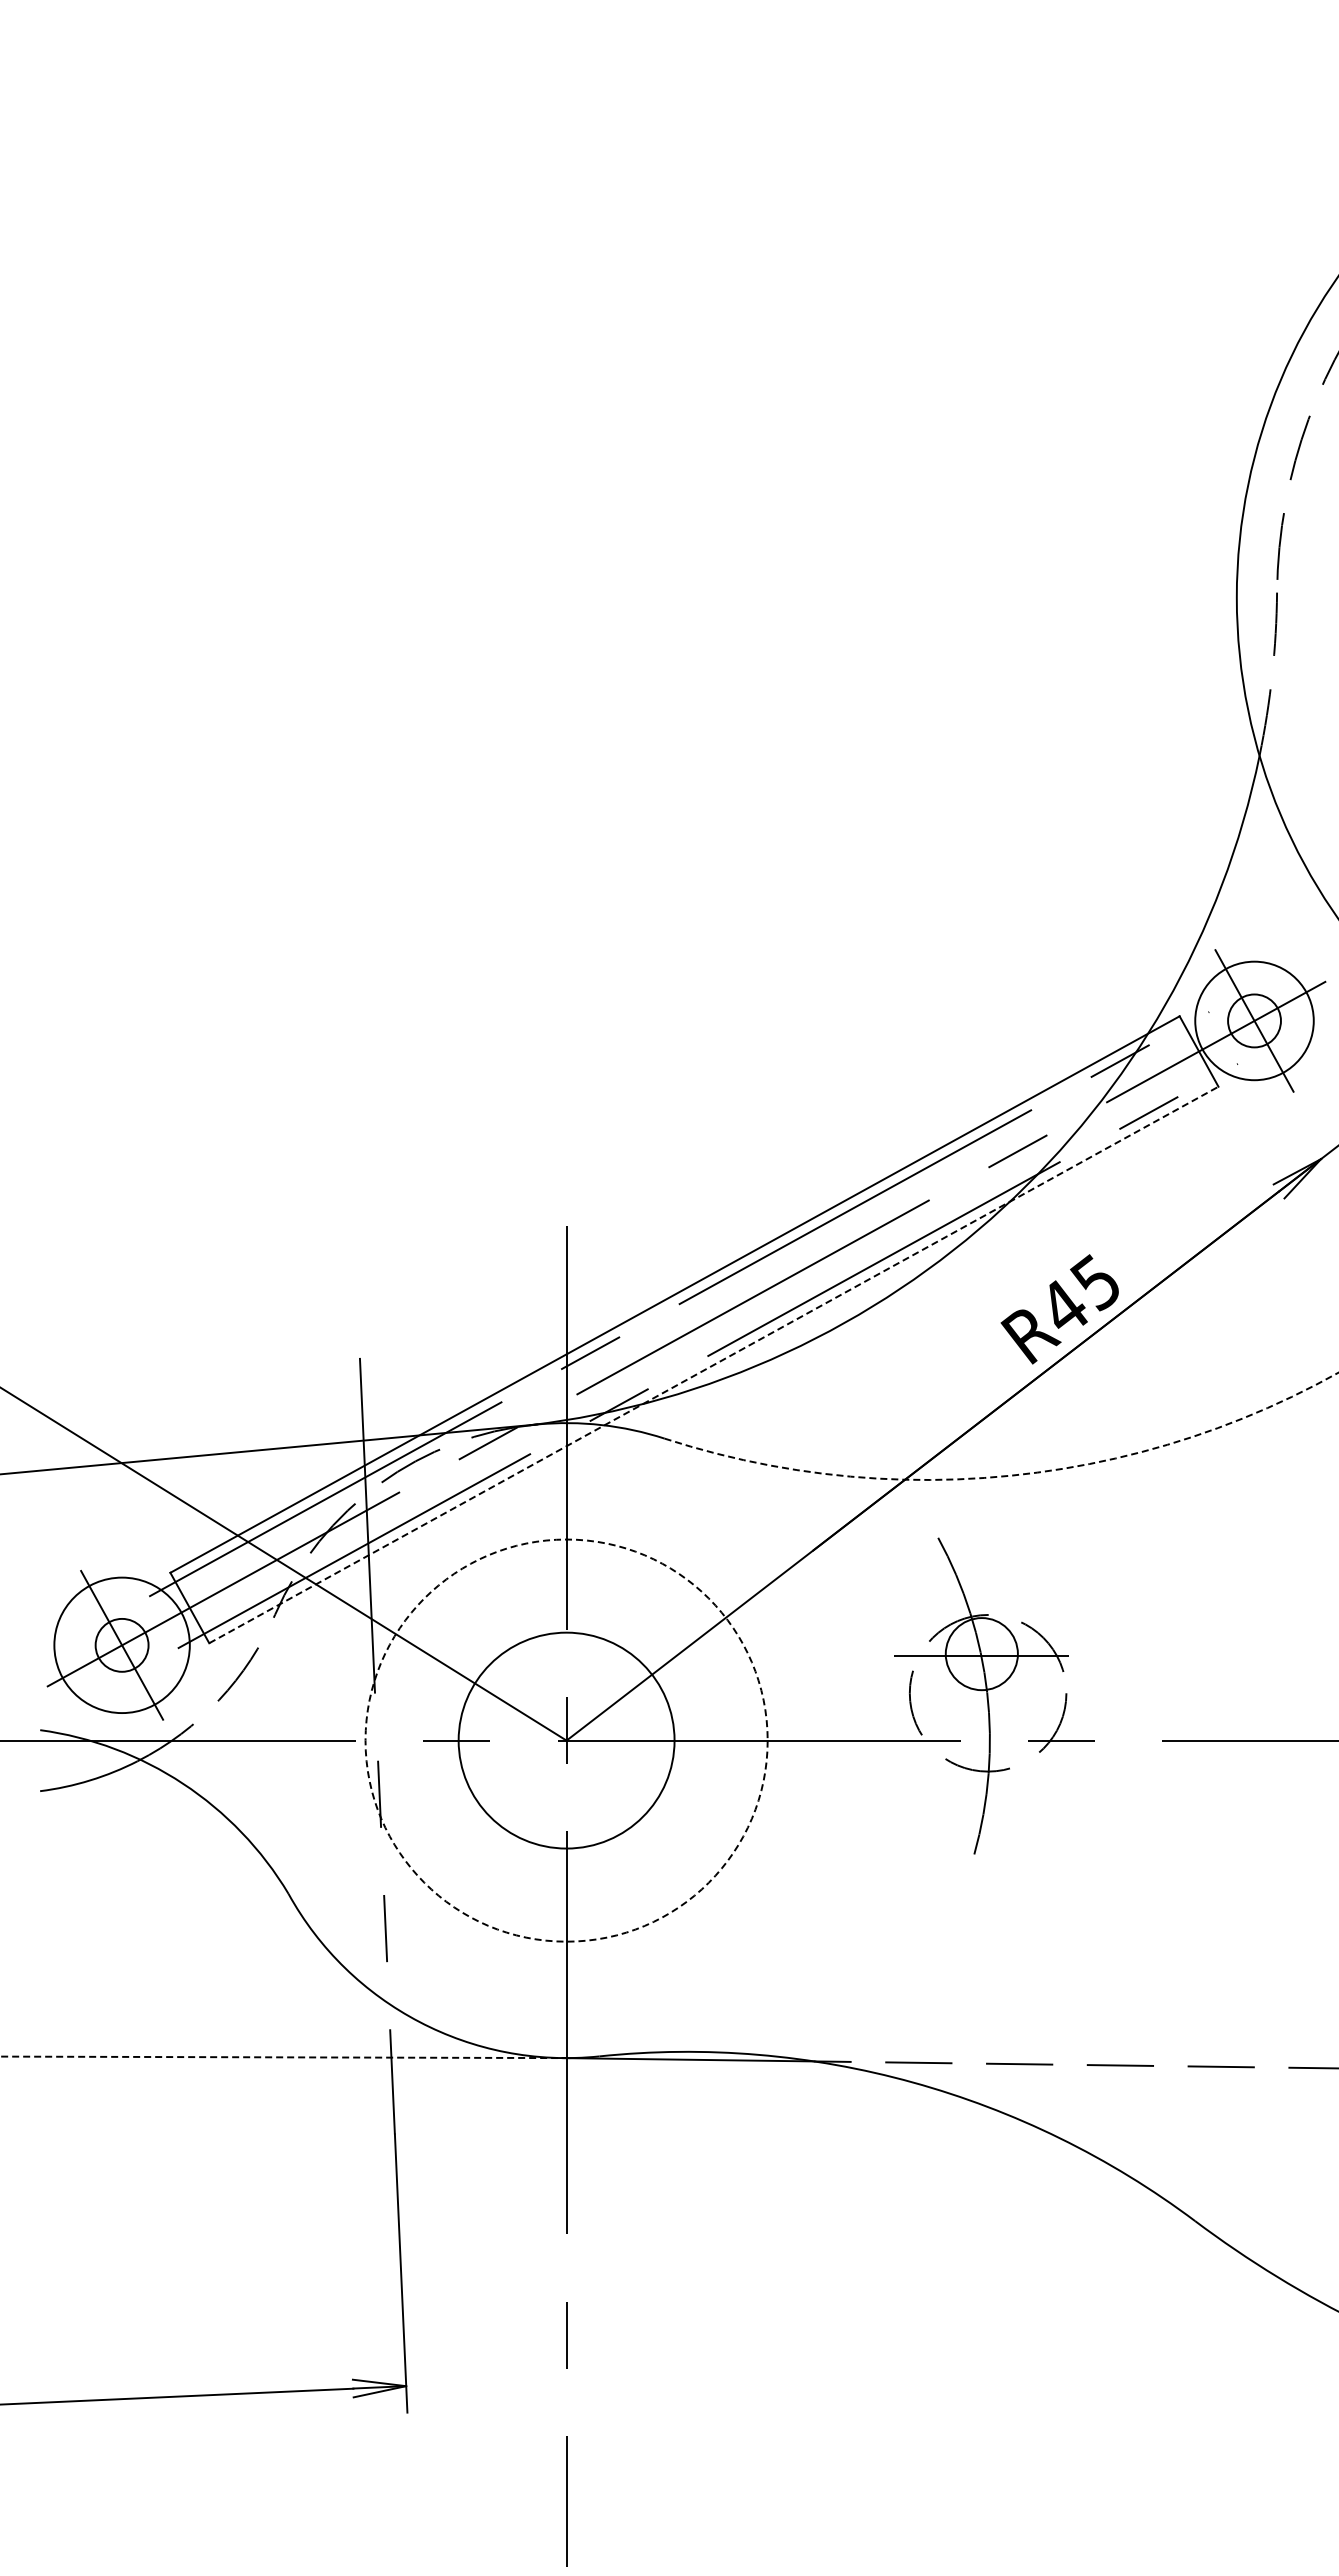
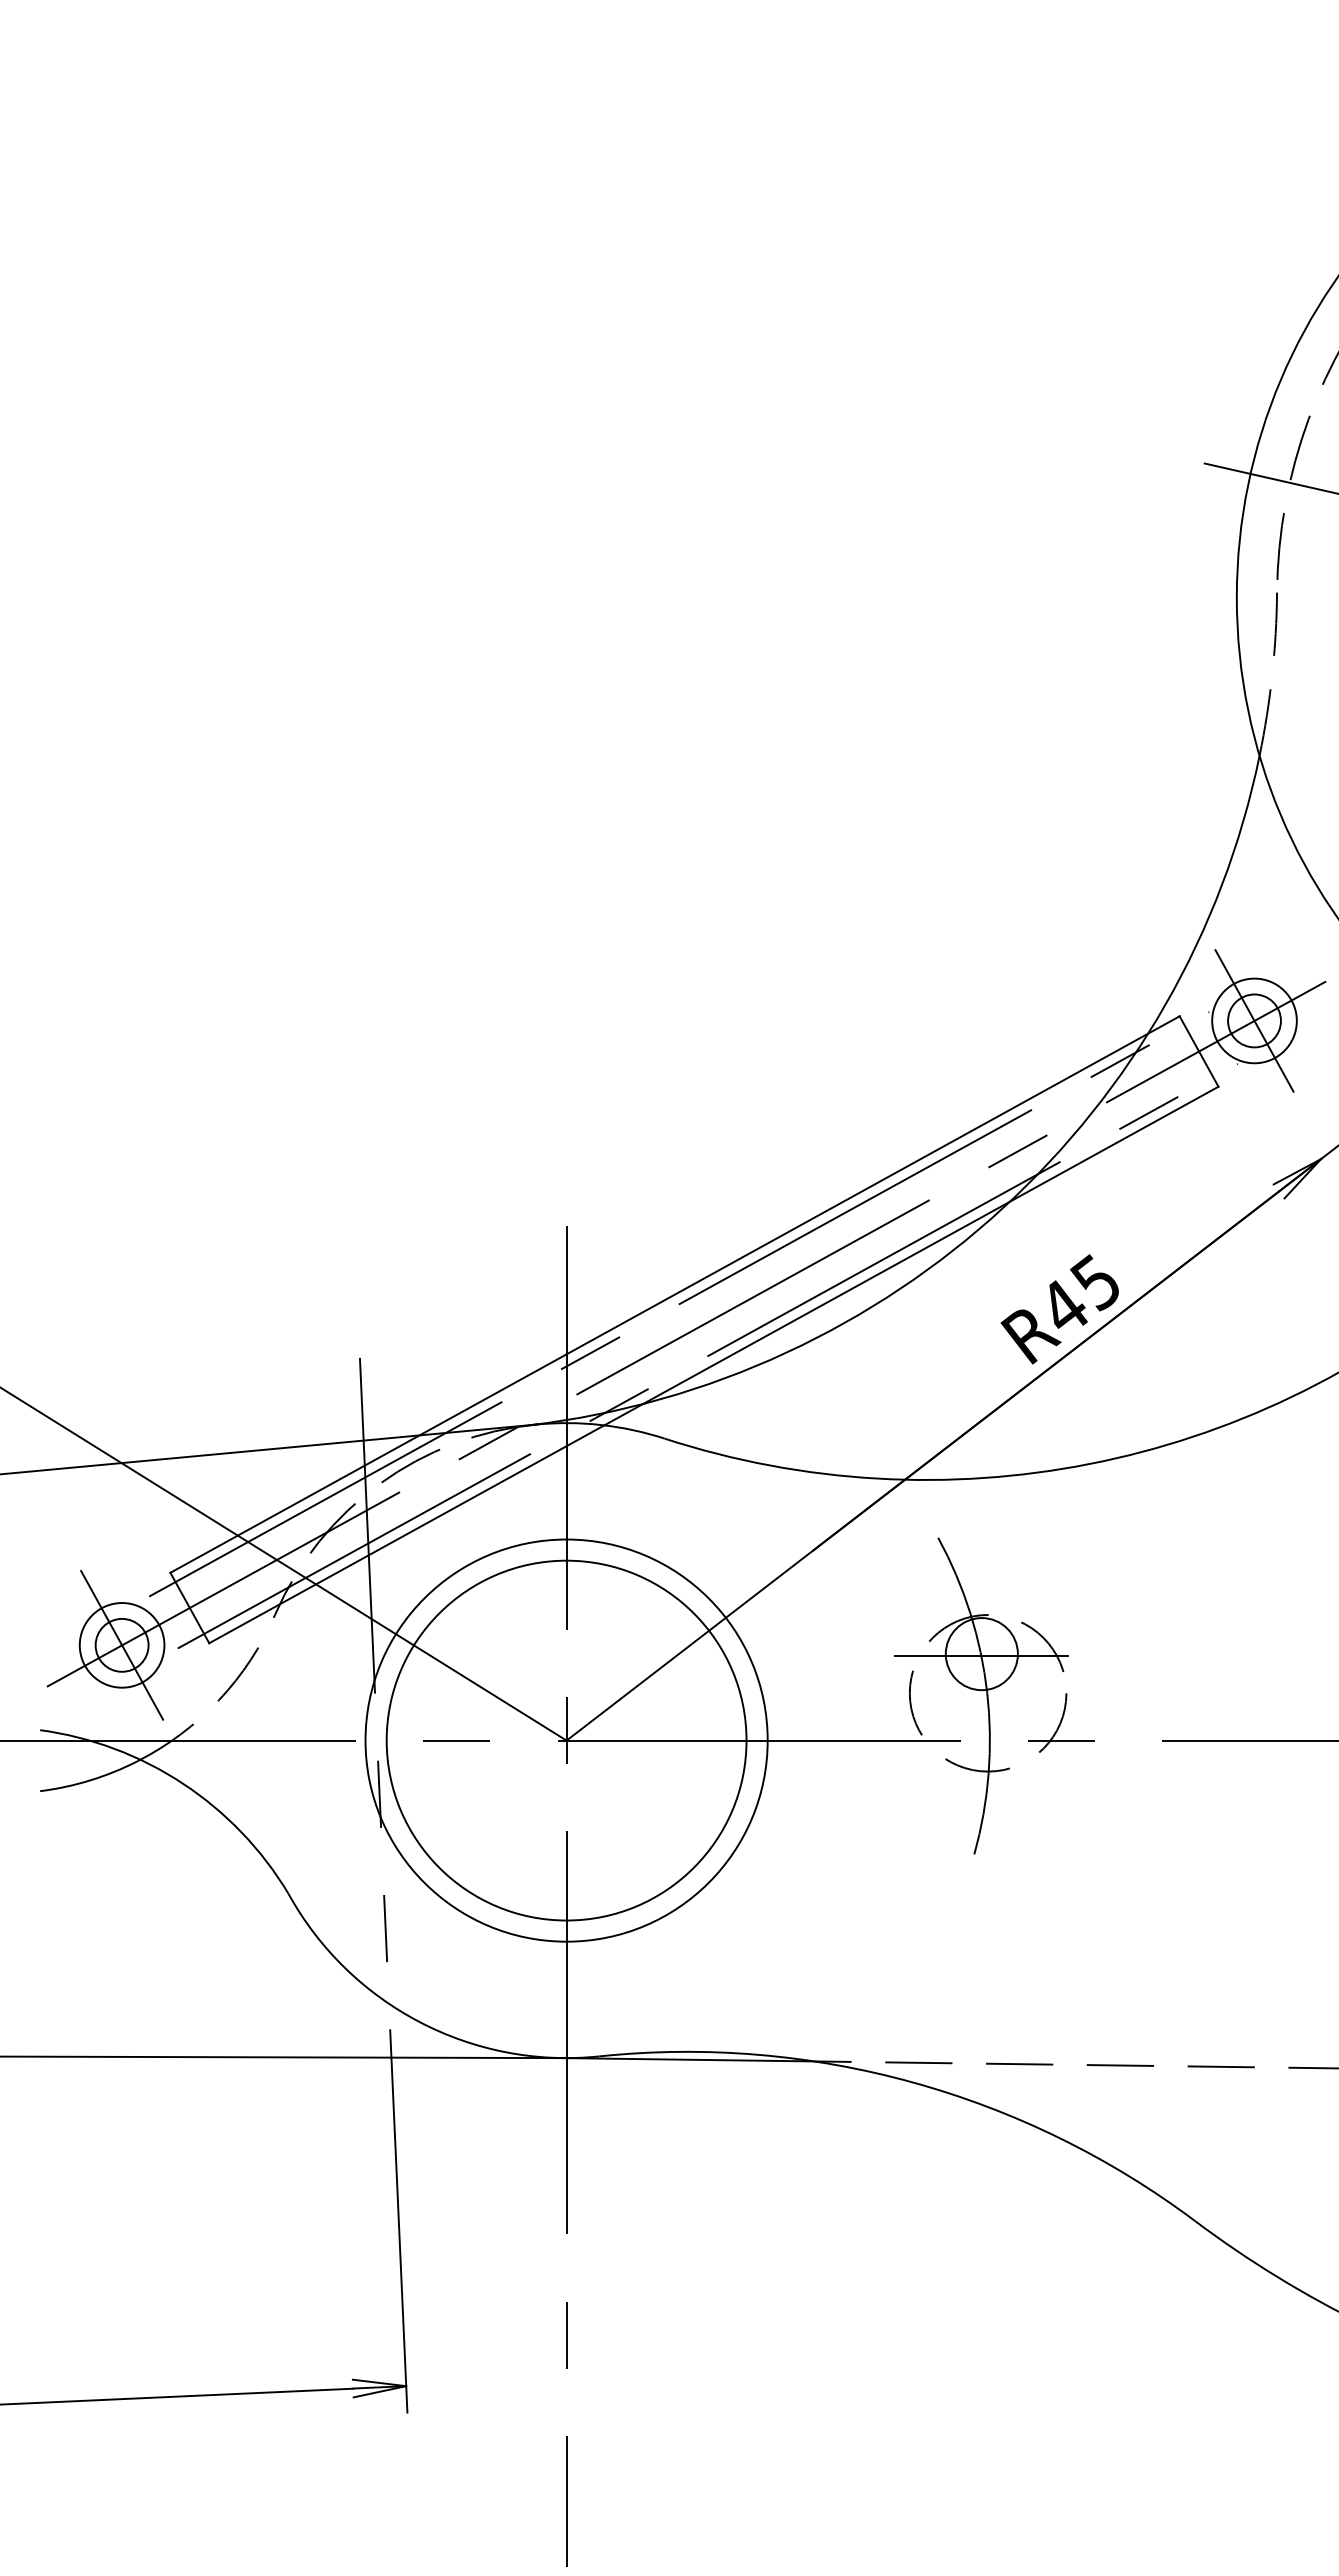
line at (1269, 478): none -> present
circle at (1254, 1020) diameter: 119 px -> 85 px
line at (714, 1364): dashed -> solid
arc at (1008, 1475): dashed -> solid
circle at (121, 1645) diameter: 135 px -> 85 px
circle at (566, 1740) diameter: 216 px -> 360 px
circle at (566, 1740): dashed -> solid
line at (283, 2057): dashed -> solid
